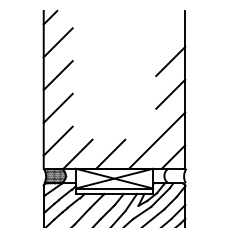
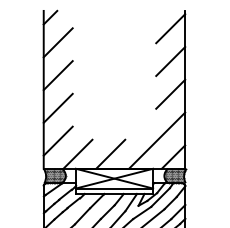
line at (170, 28): none -> present
hatch at (175, 175): none -> present
